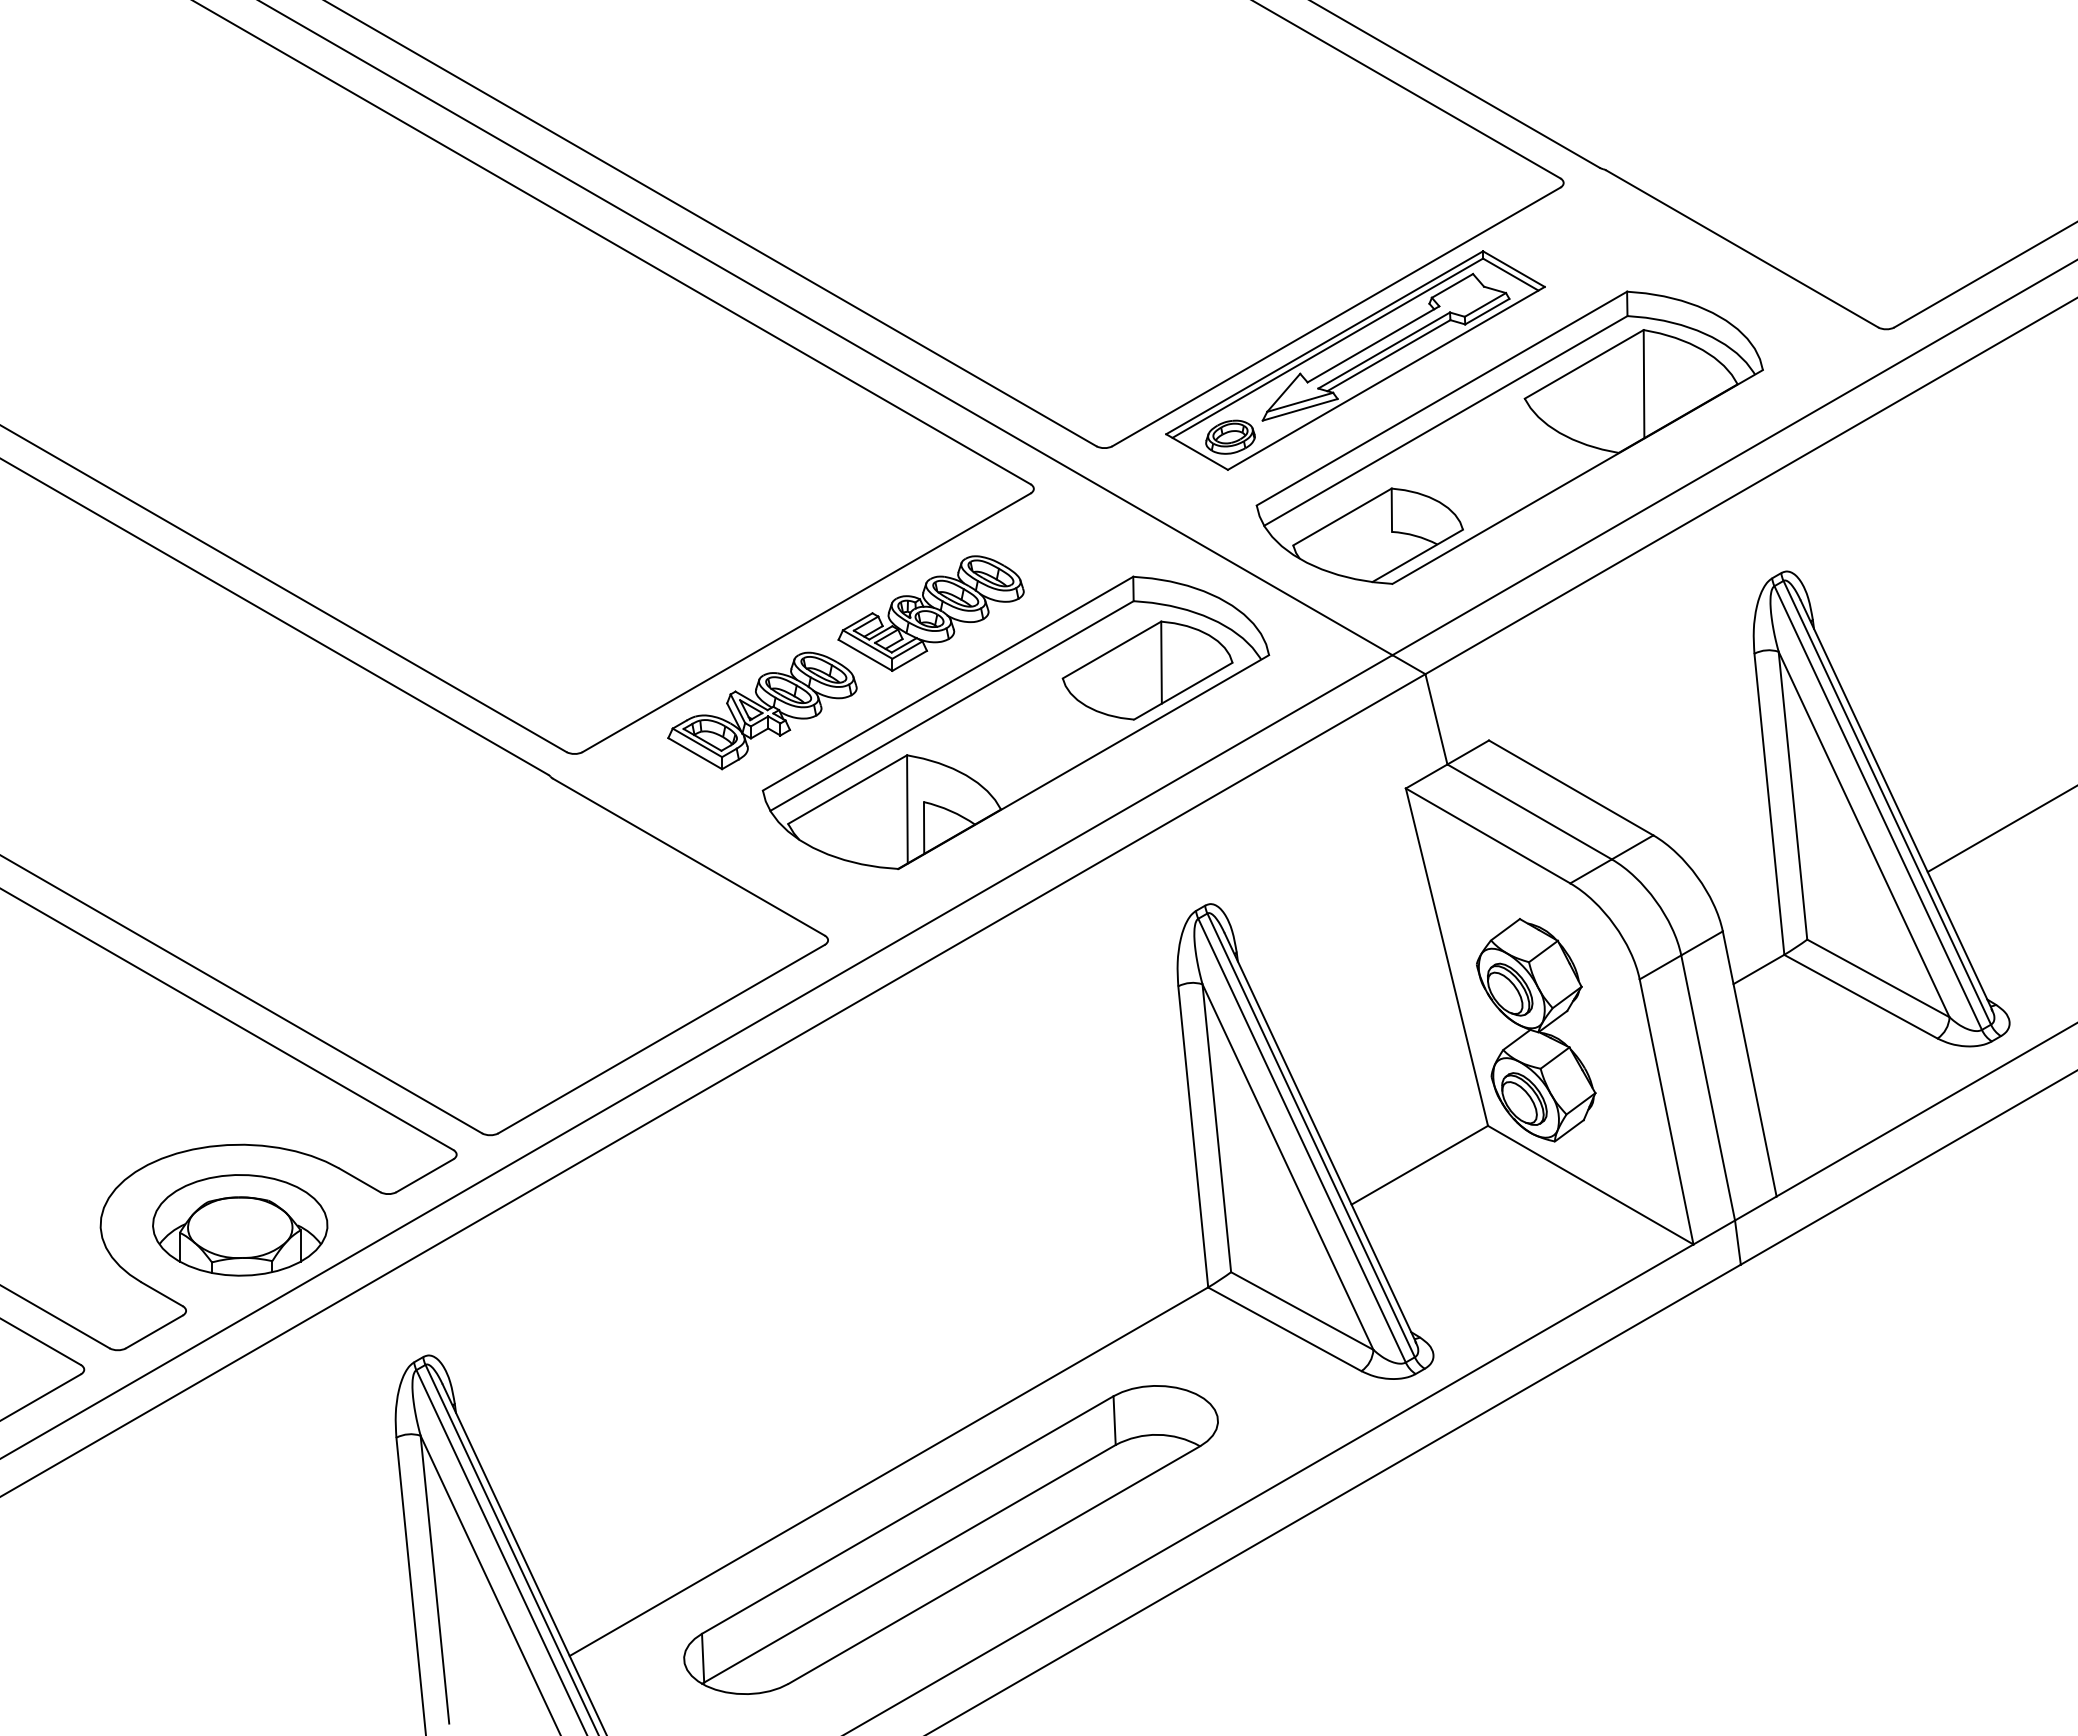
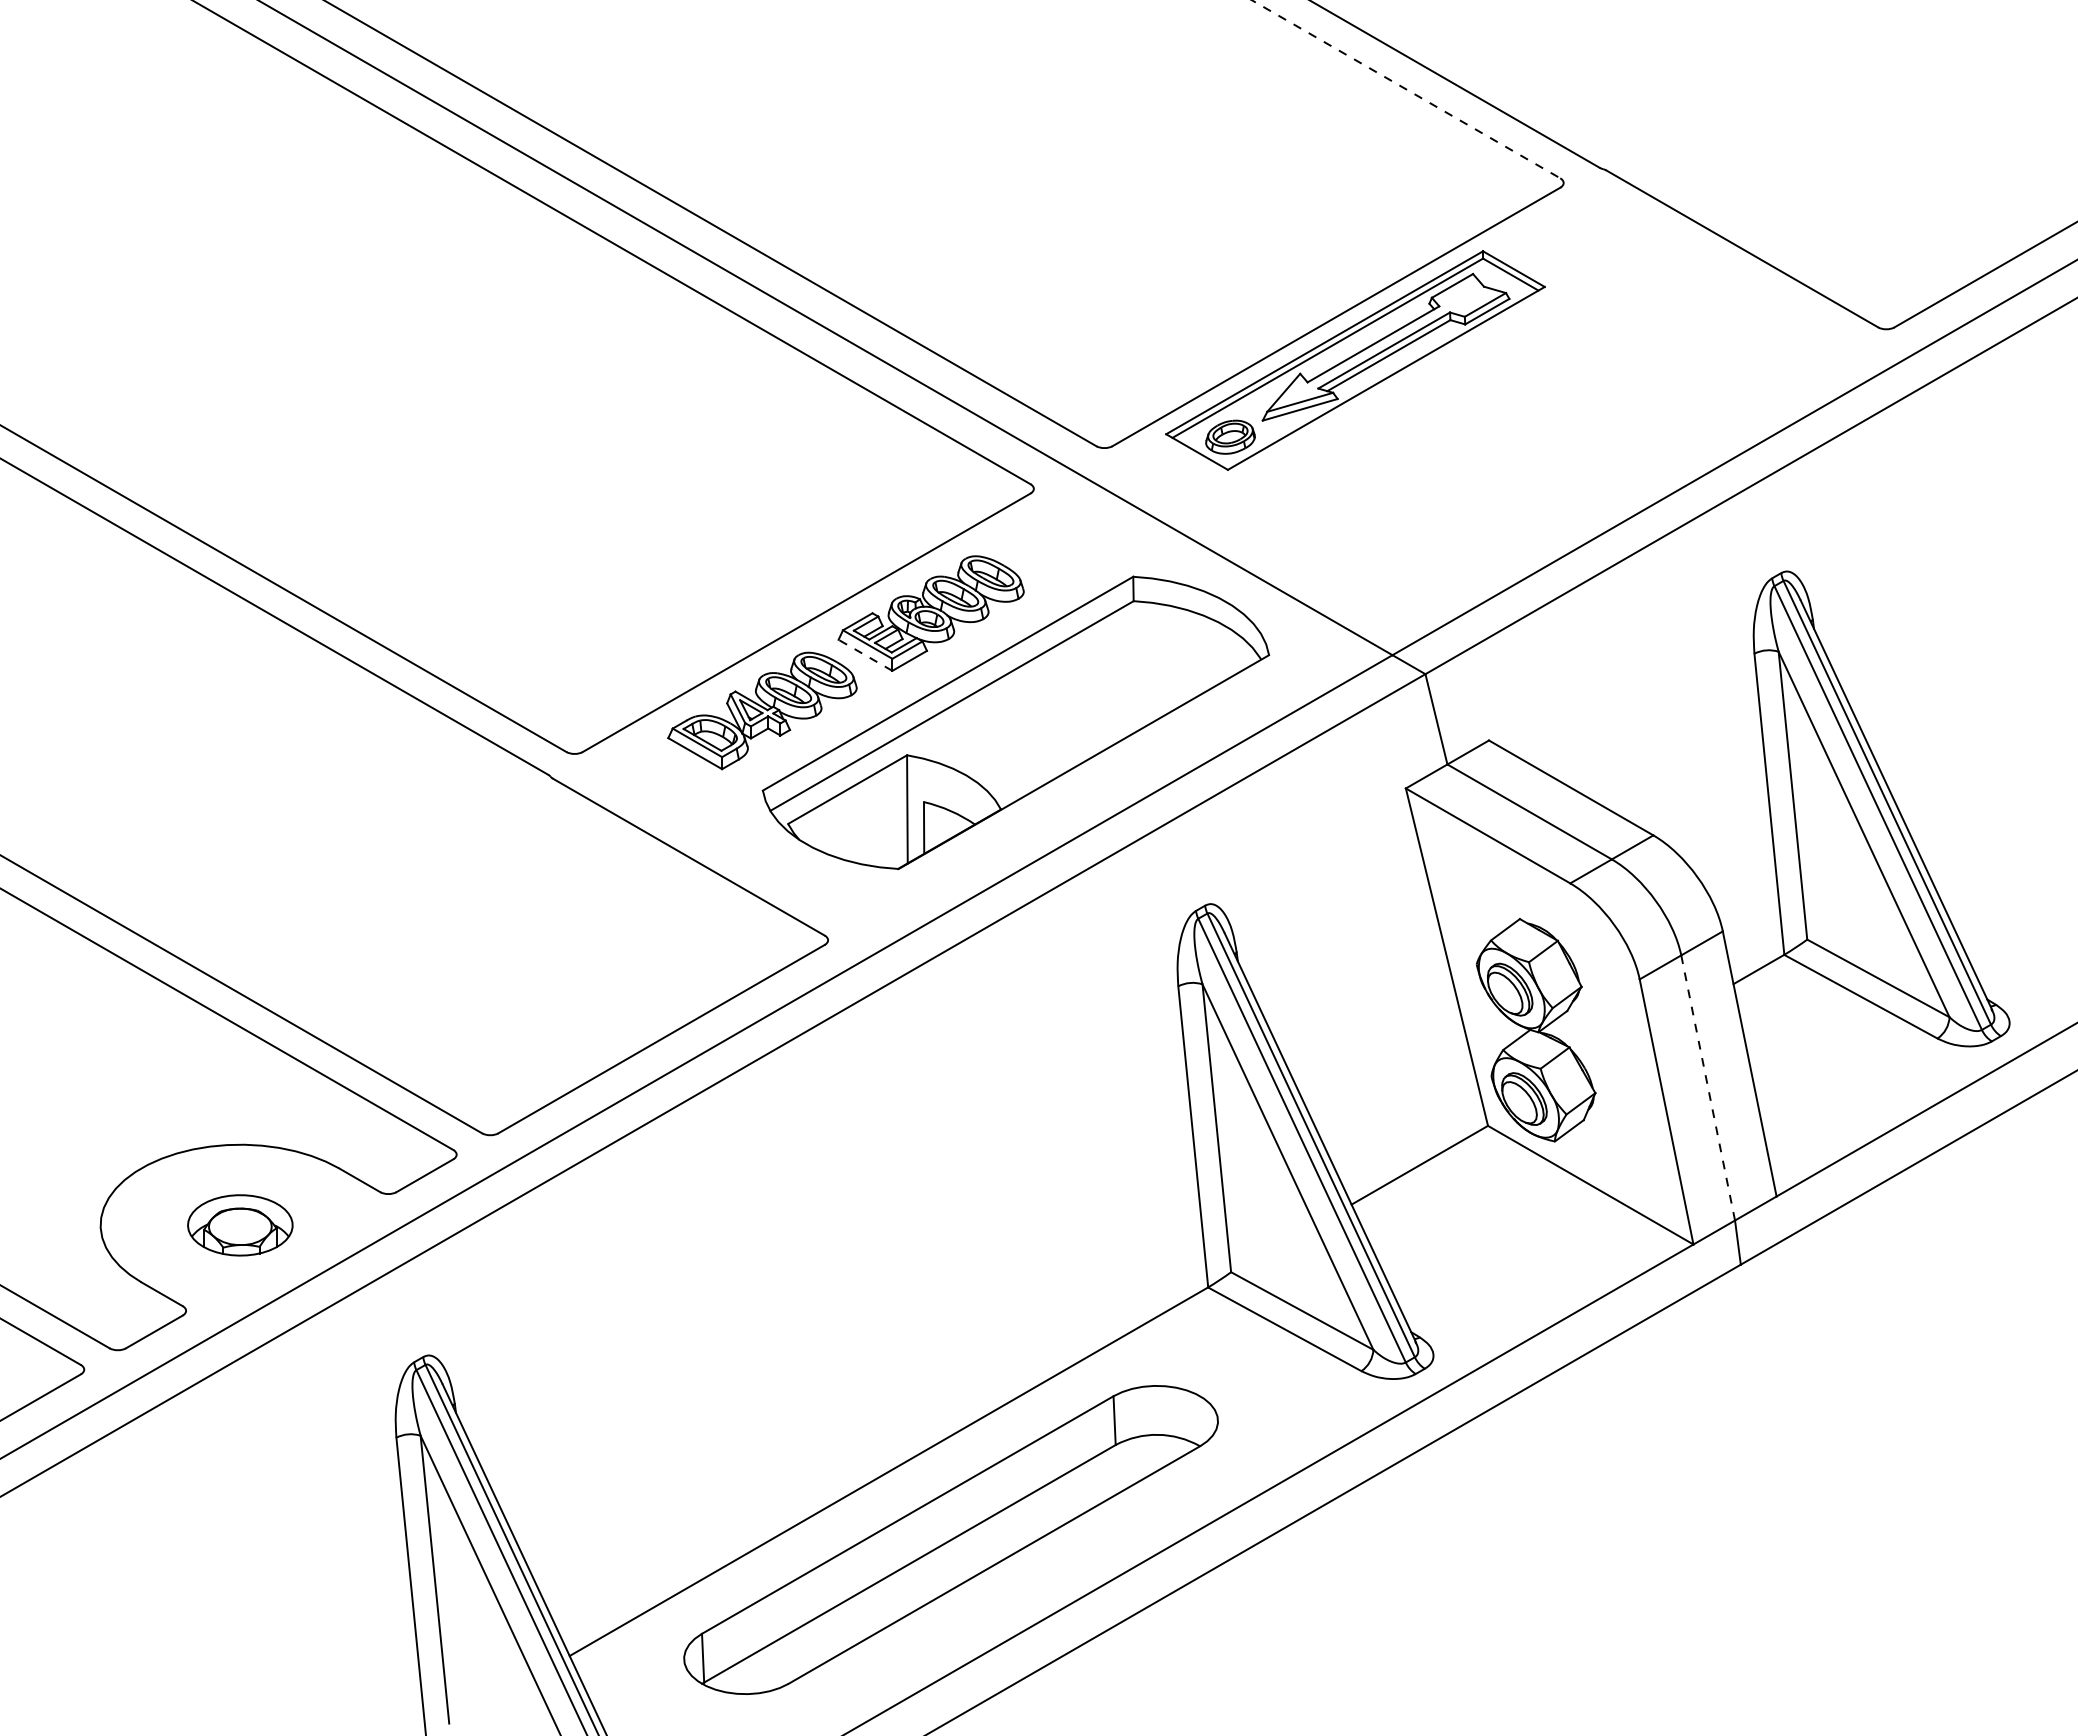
line at (1406, 89): solid -> dashed
part at (1509, 437): present -> none
line at (865, 655): solid -> dashed
part at (1147, 670): present -> none
line at (2000, 829): present -> none
line at (1708, 1088): solid -> dashed
part at (240, 1225) size: 177x103 px -> 107x63 px
